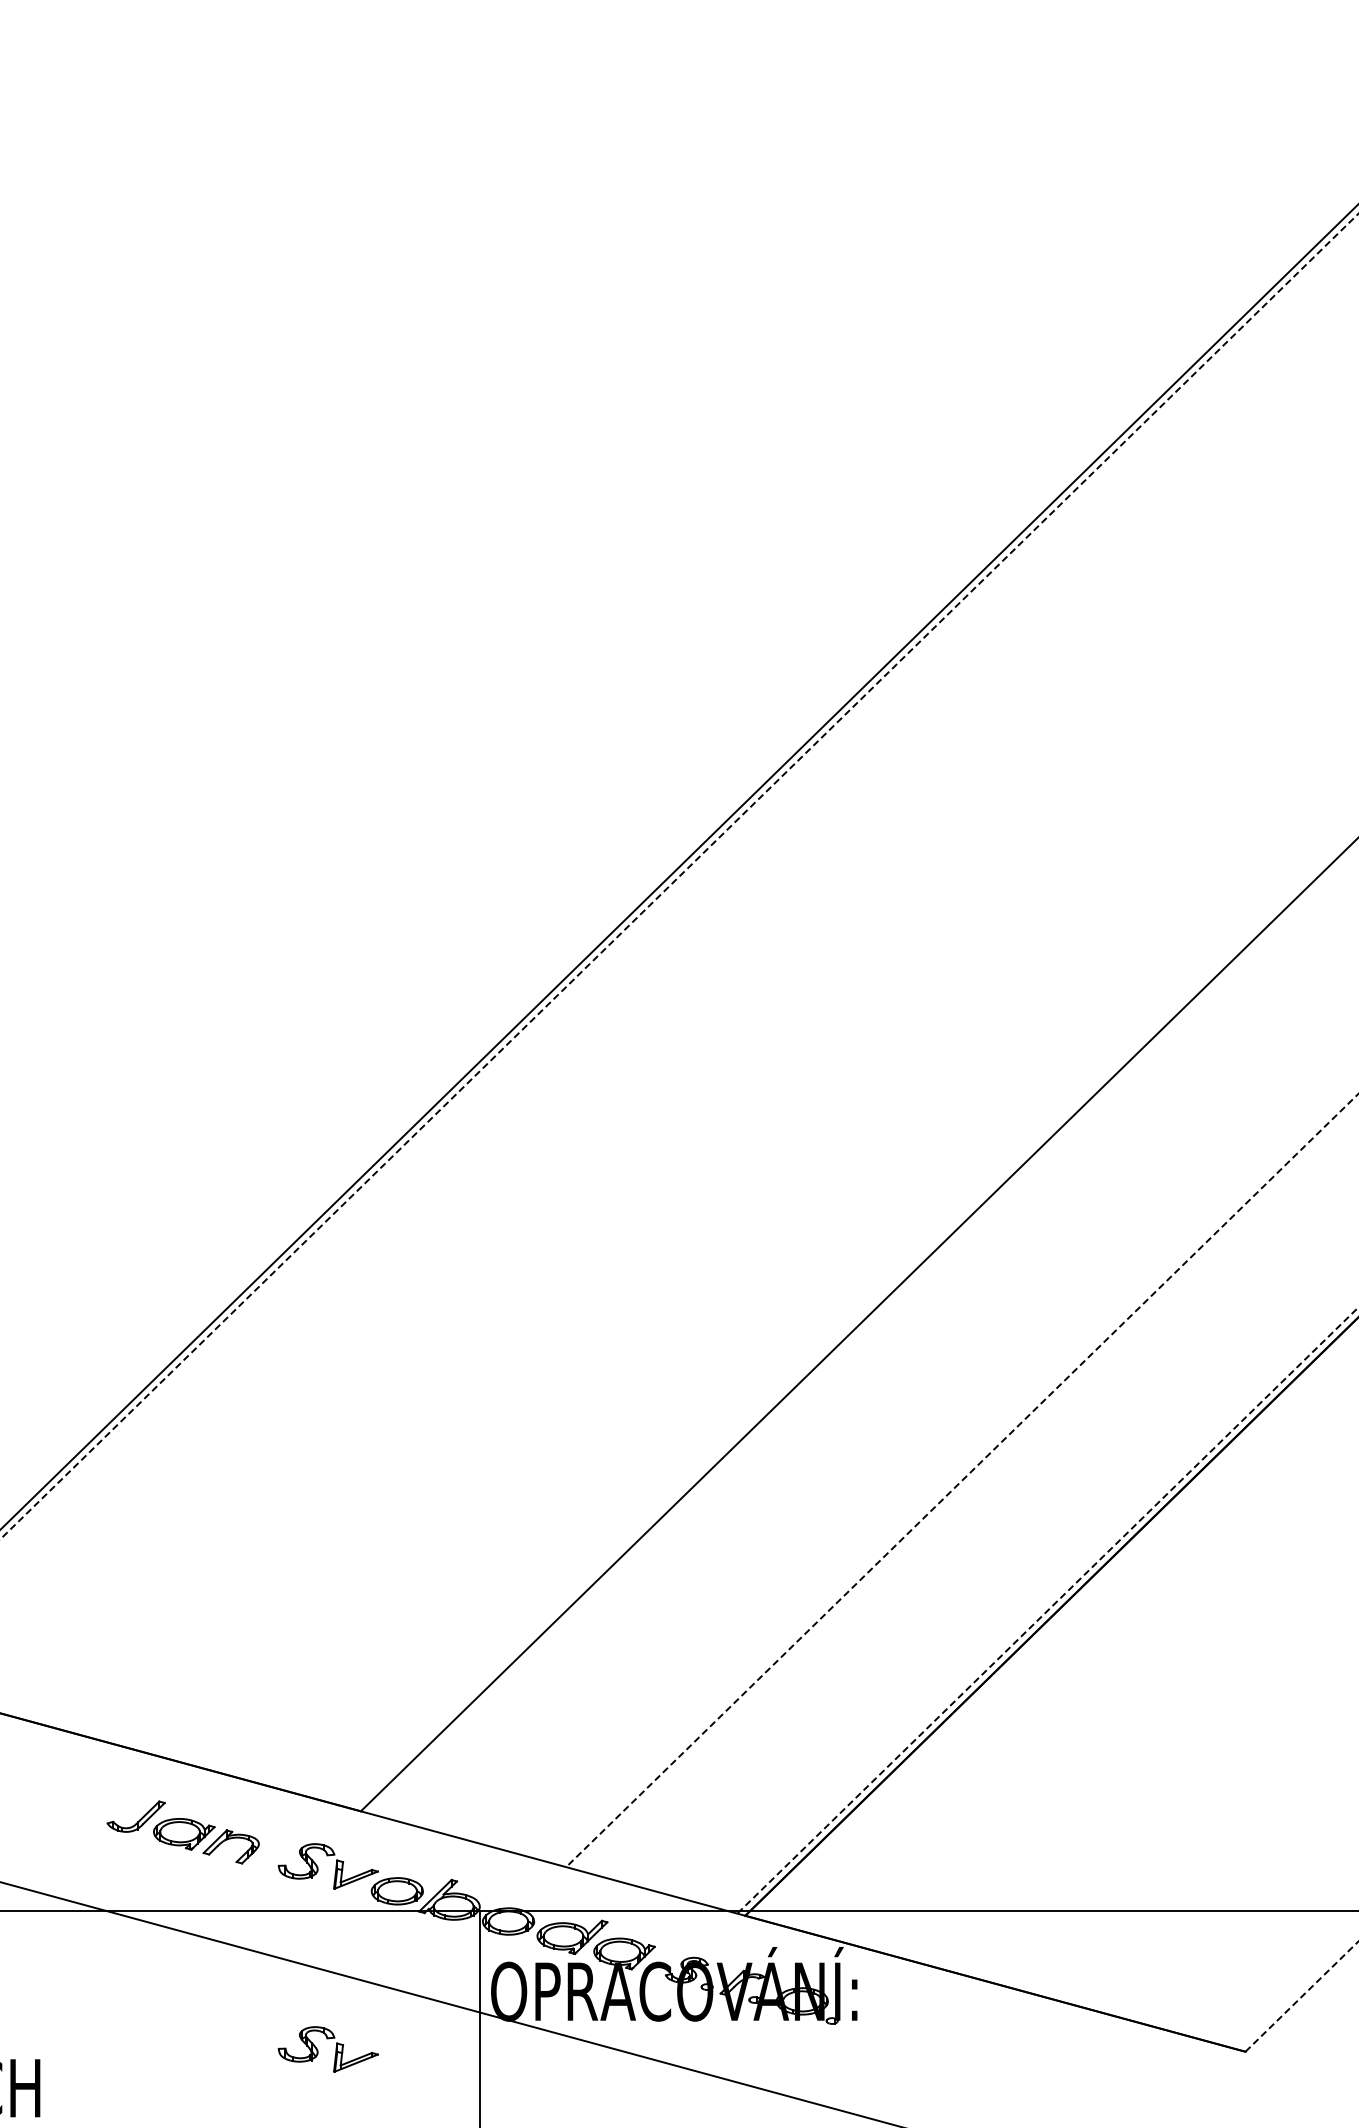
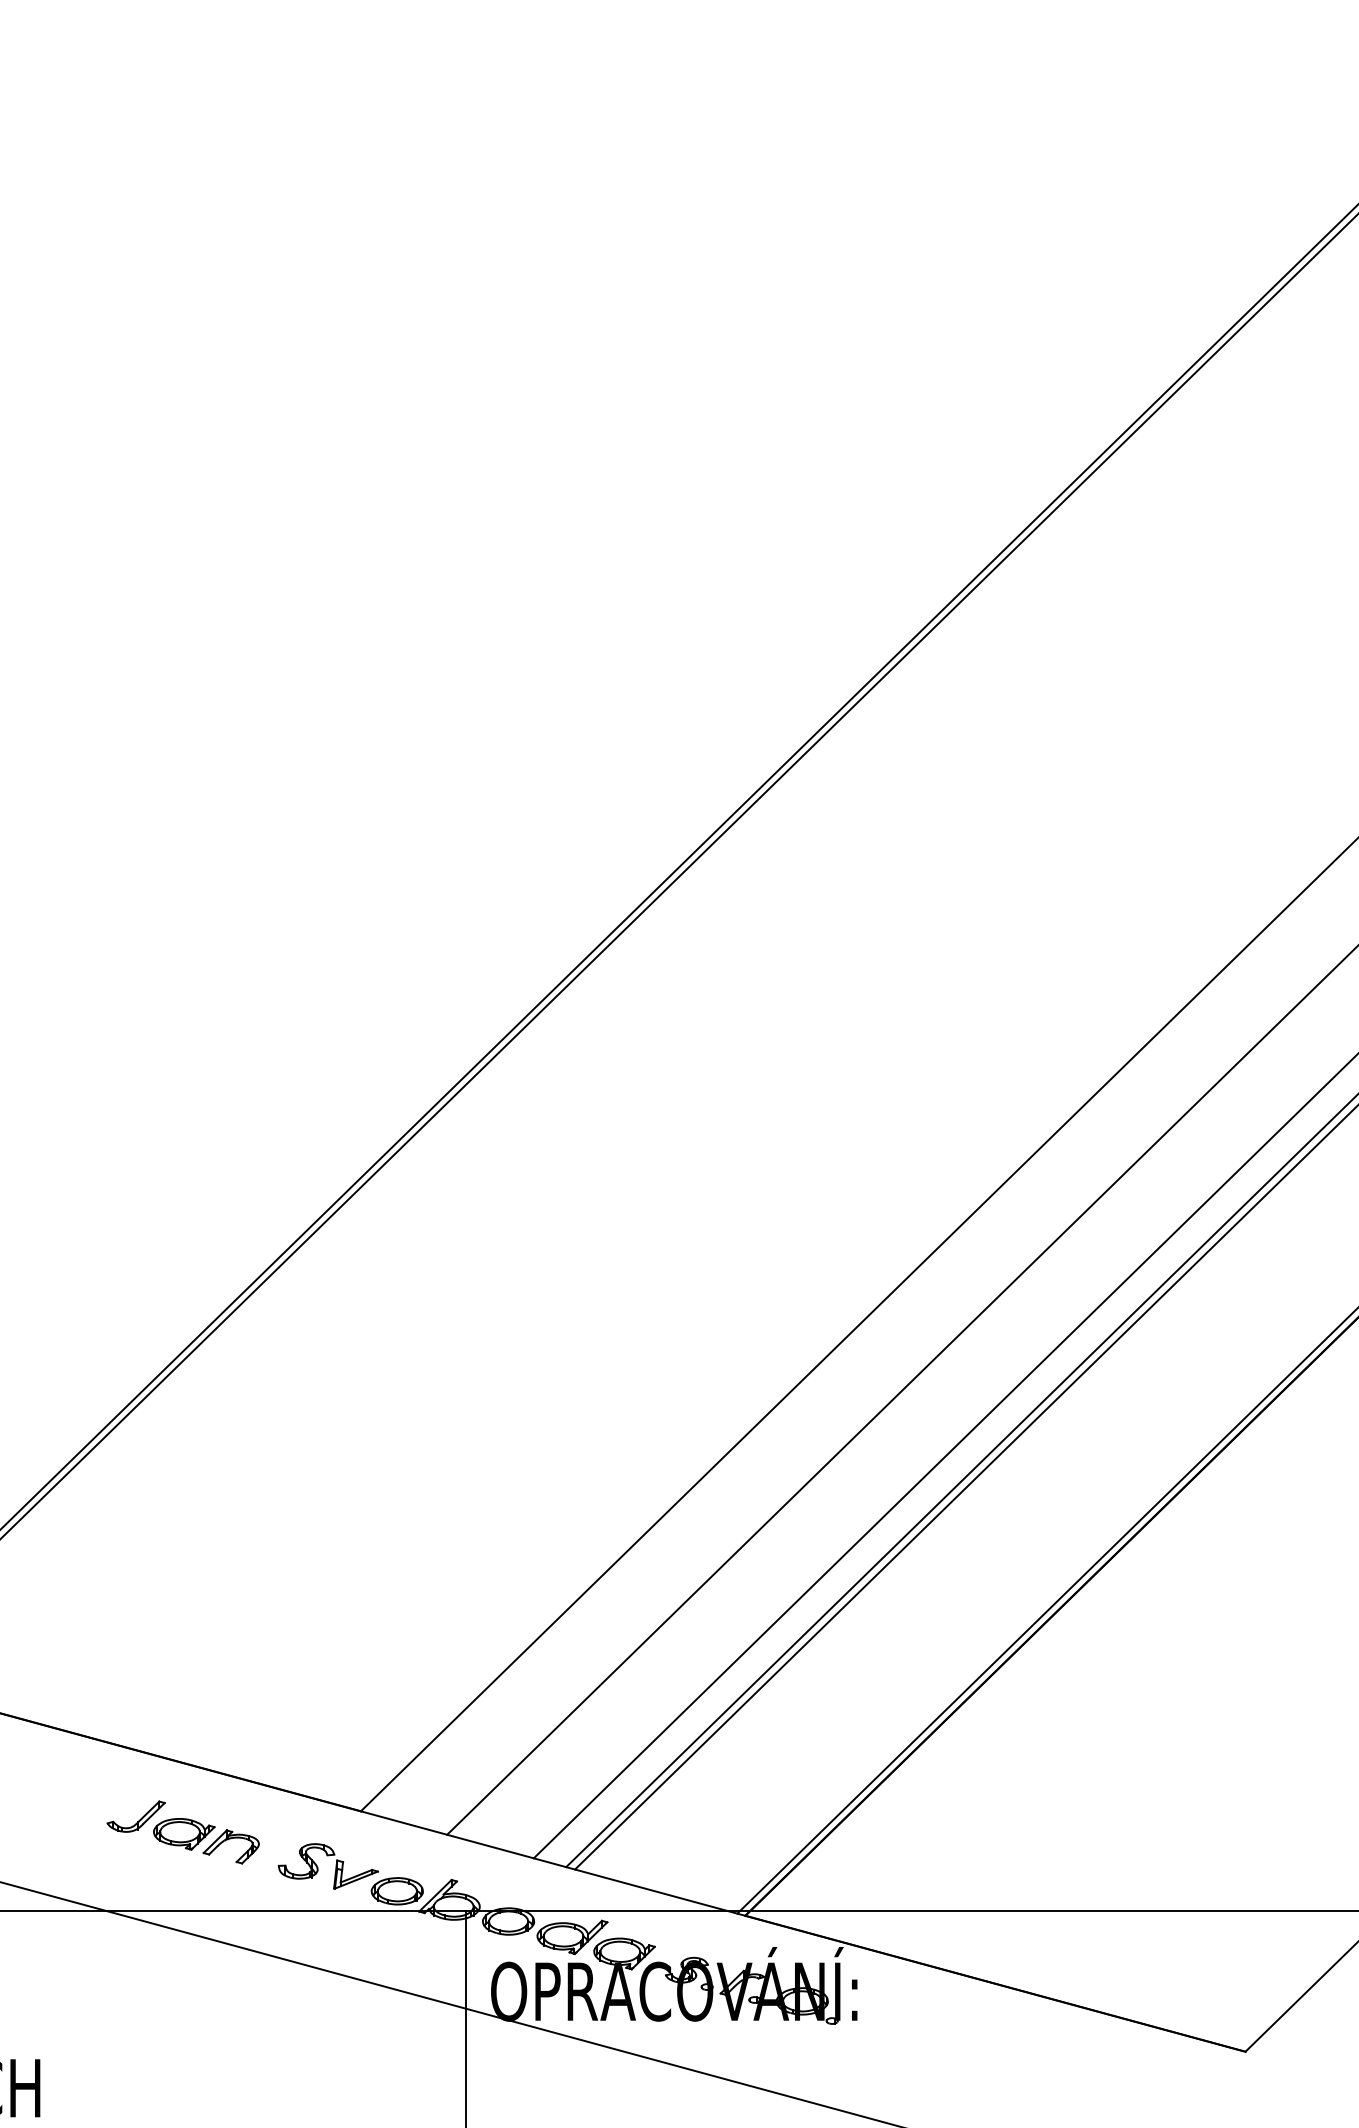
line at (679, 876): dashed -> solid
line at (901, 1391): none -> present
line at (944, 1457): none -> present
line at (962, 1480): dashed -> solid
line at (965, 1488): none -> present
line at (1047, 1610): dashed -> solid
line at (1302, 1996): dashed -> solid
line at (479, 2017) position: (479, 2017) -> (465, 2017)
part at (335, 2049): present -> none
